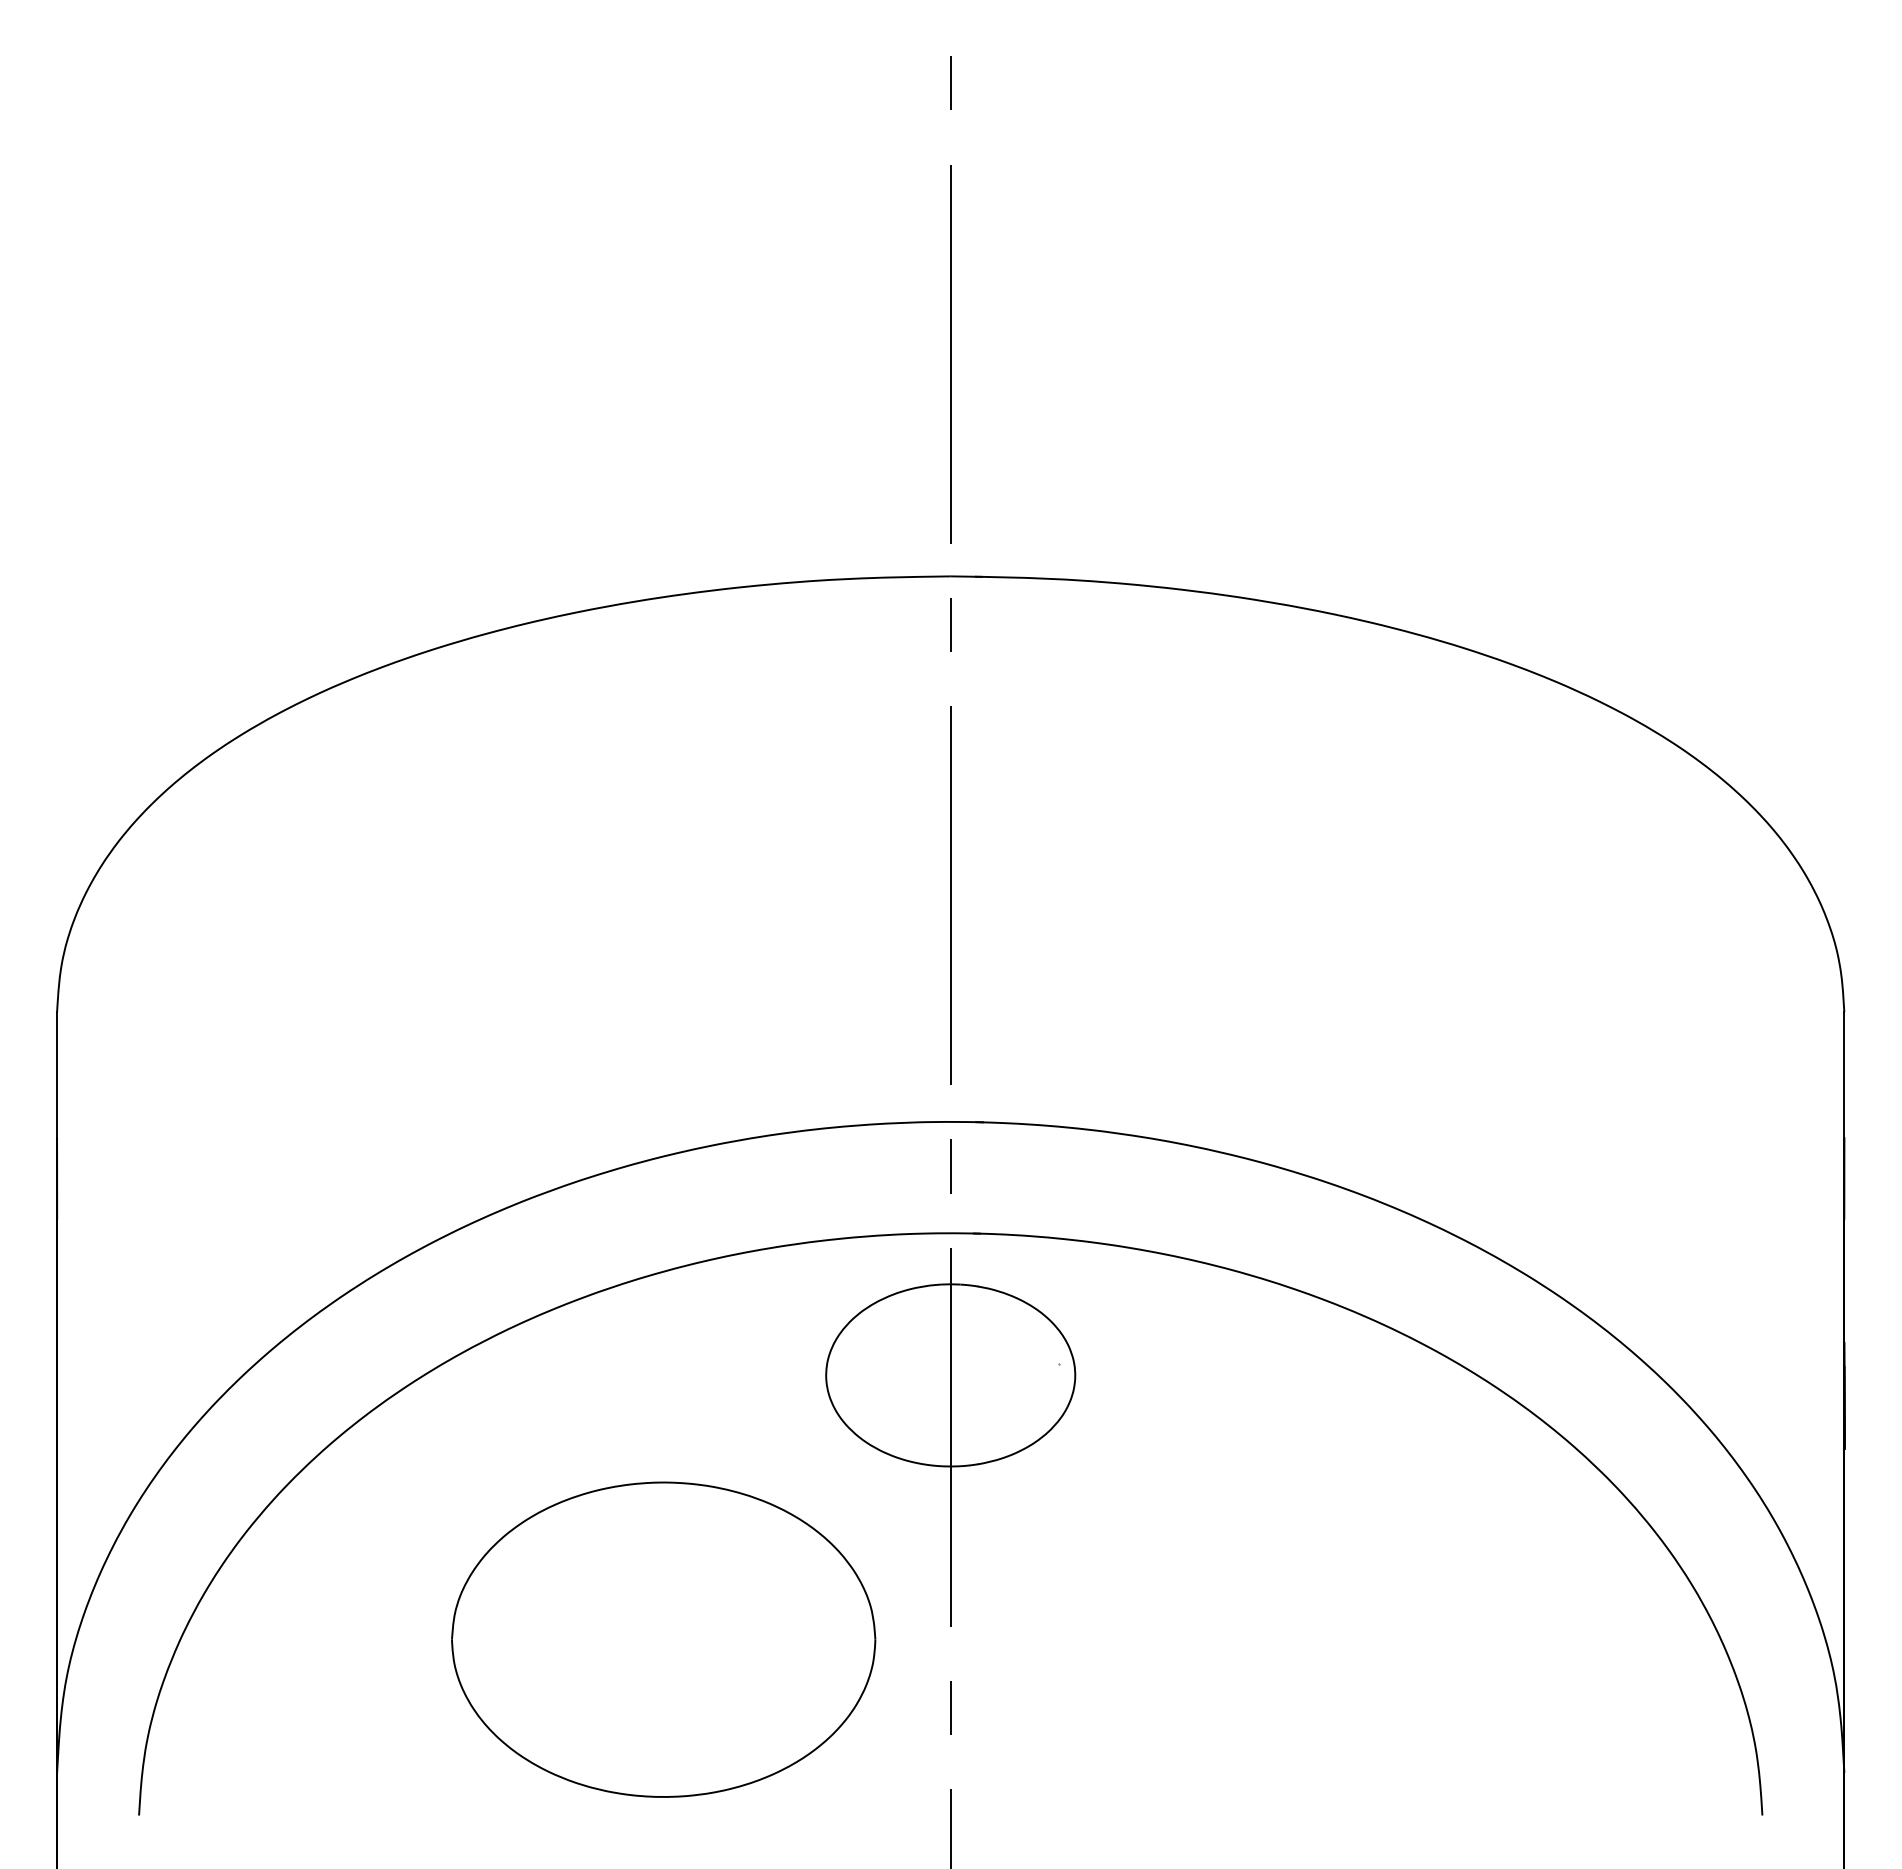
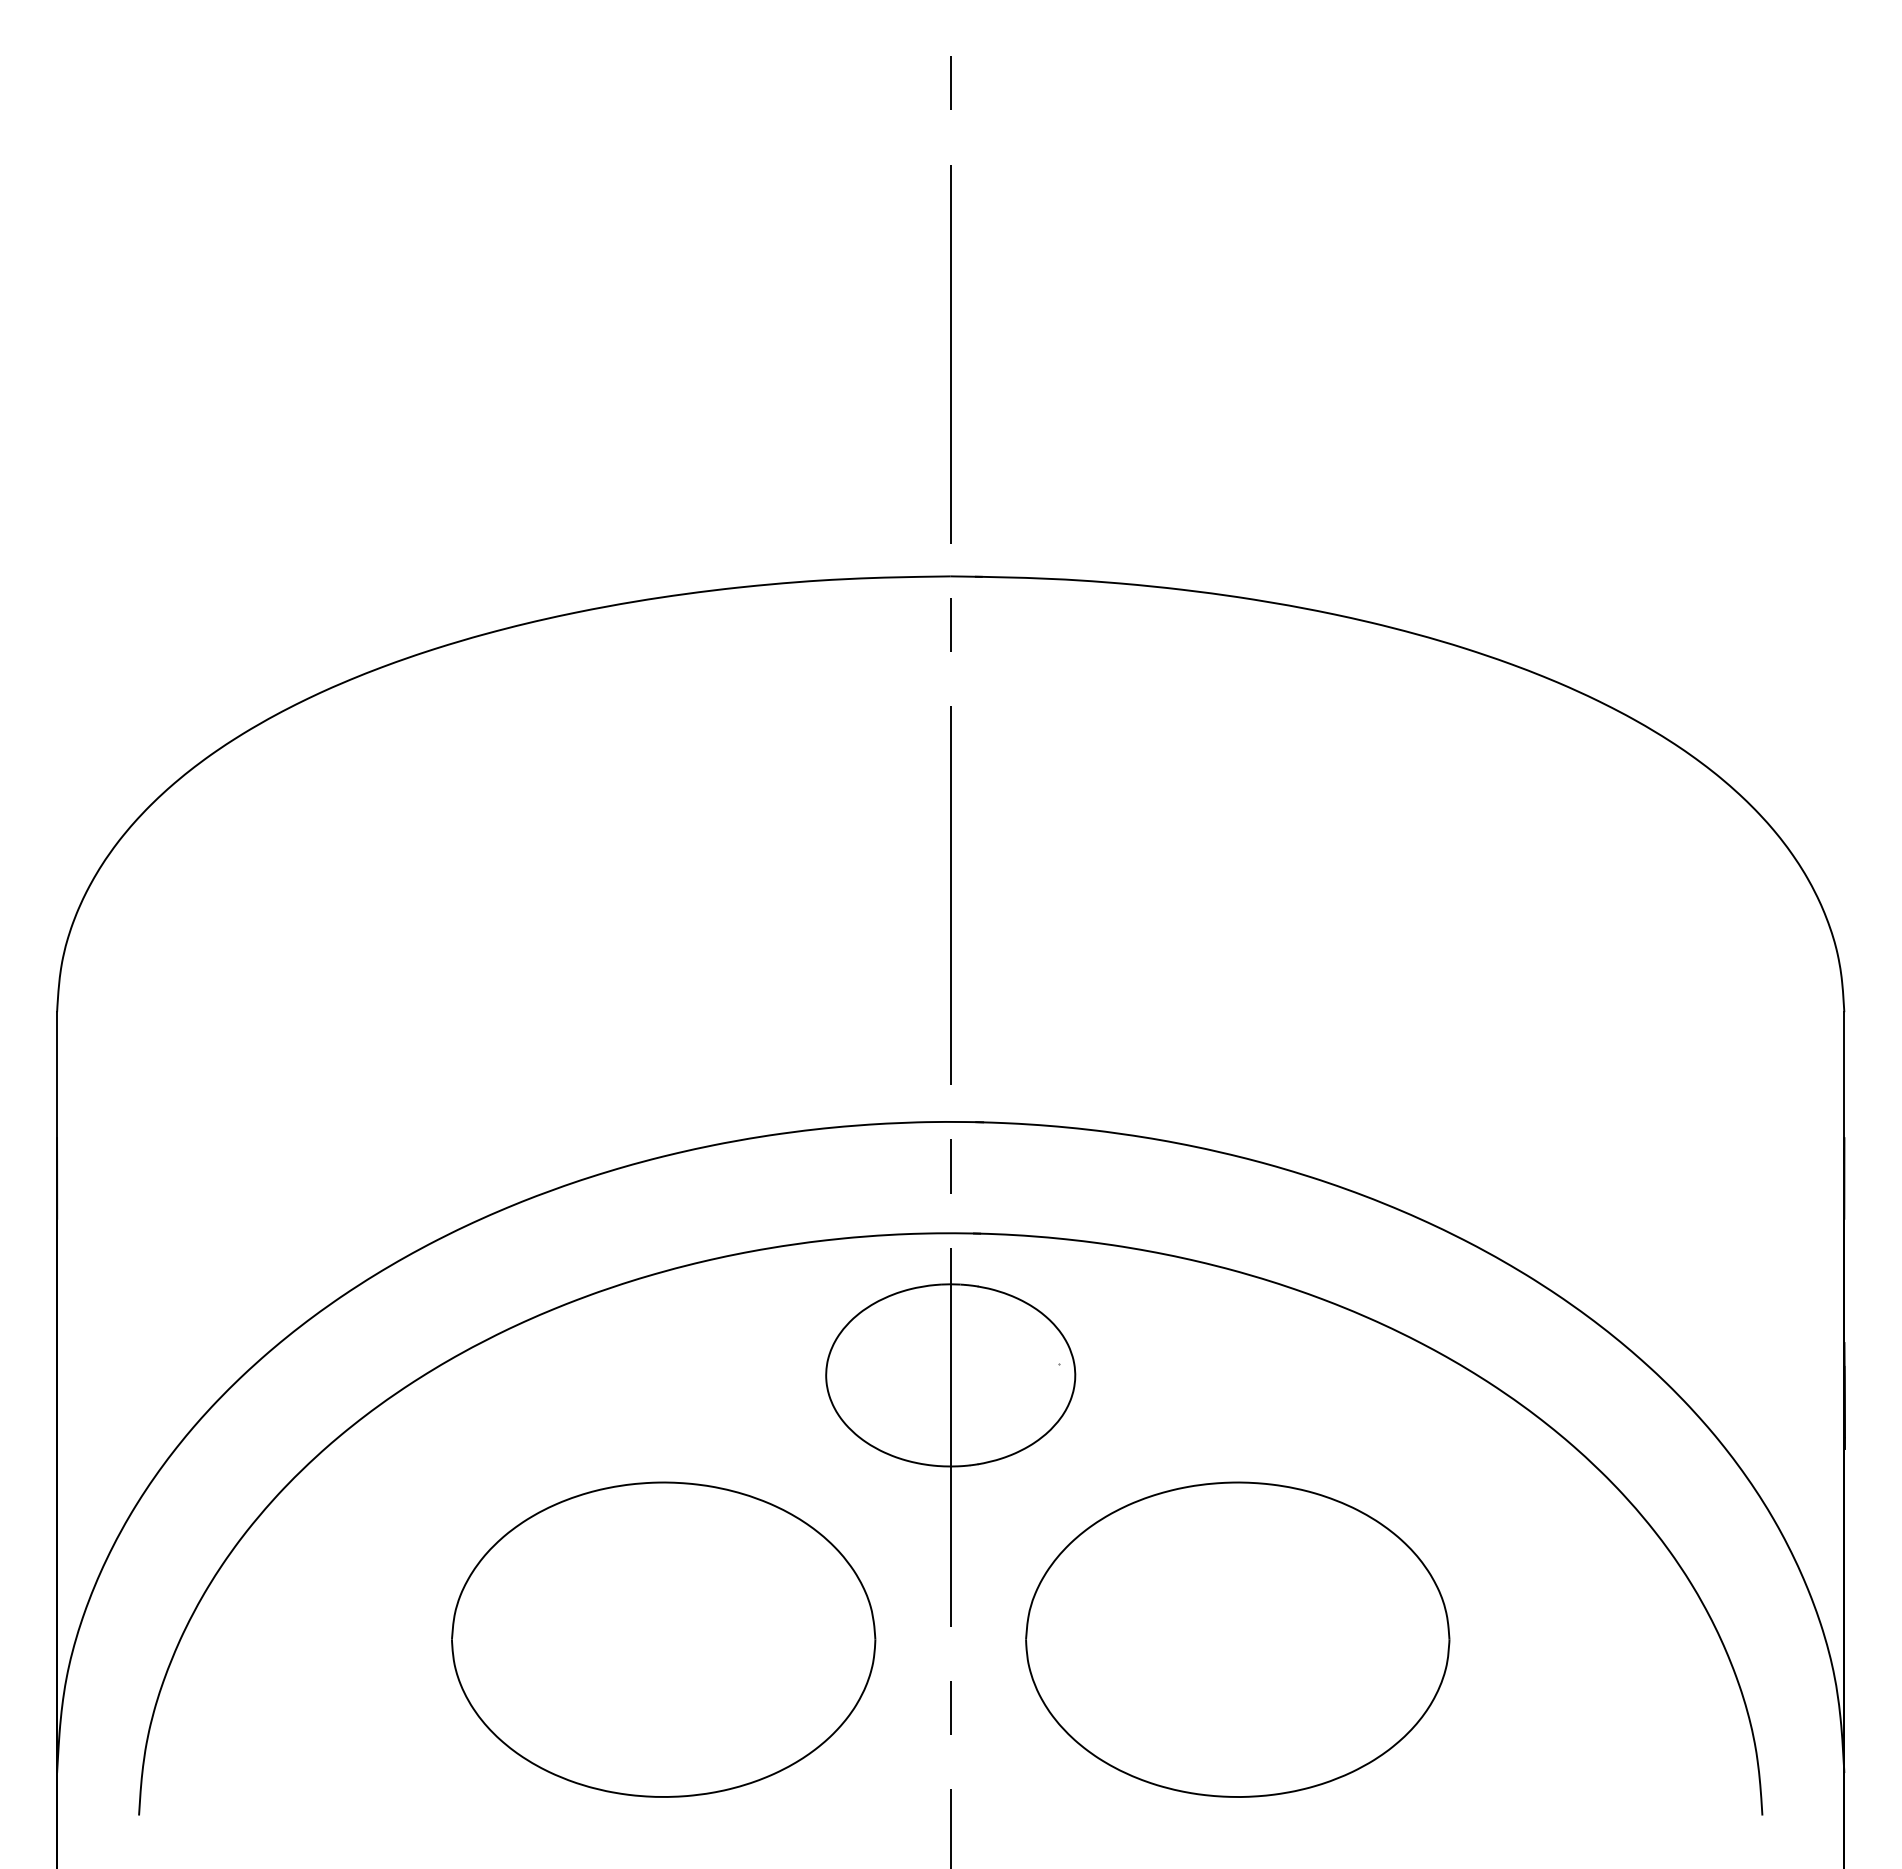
part at (1237, 1639): none -> present
